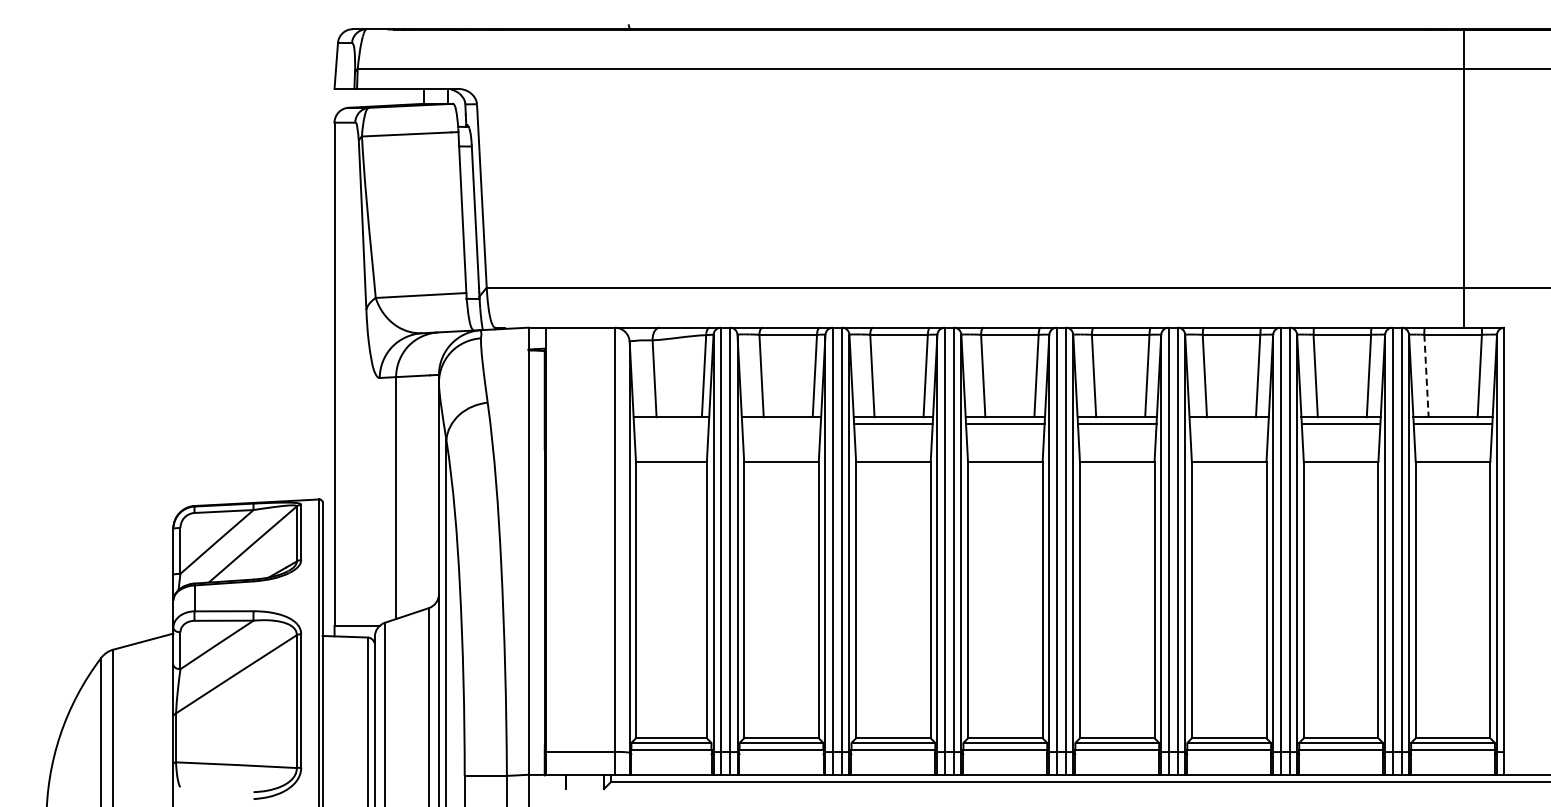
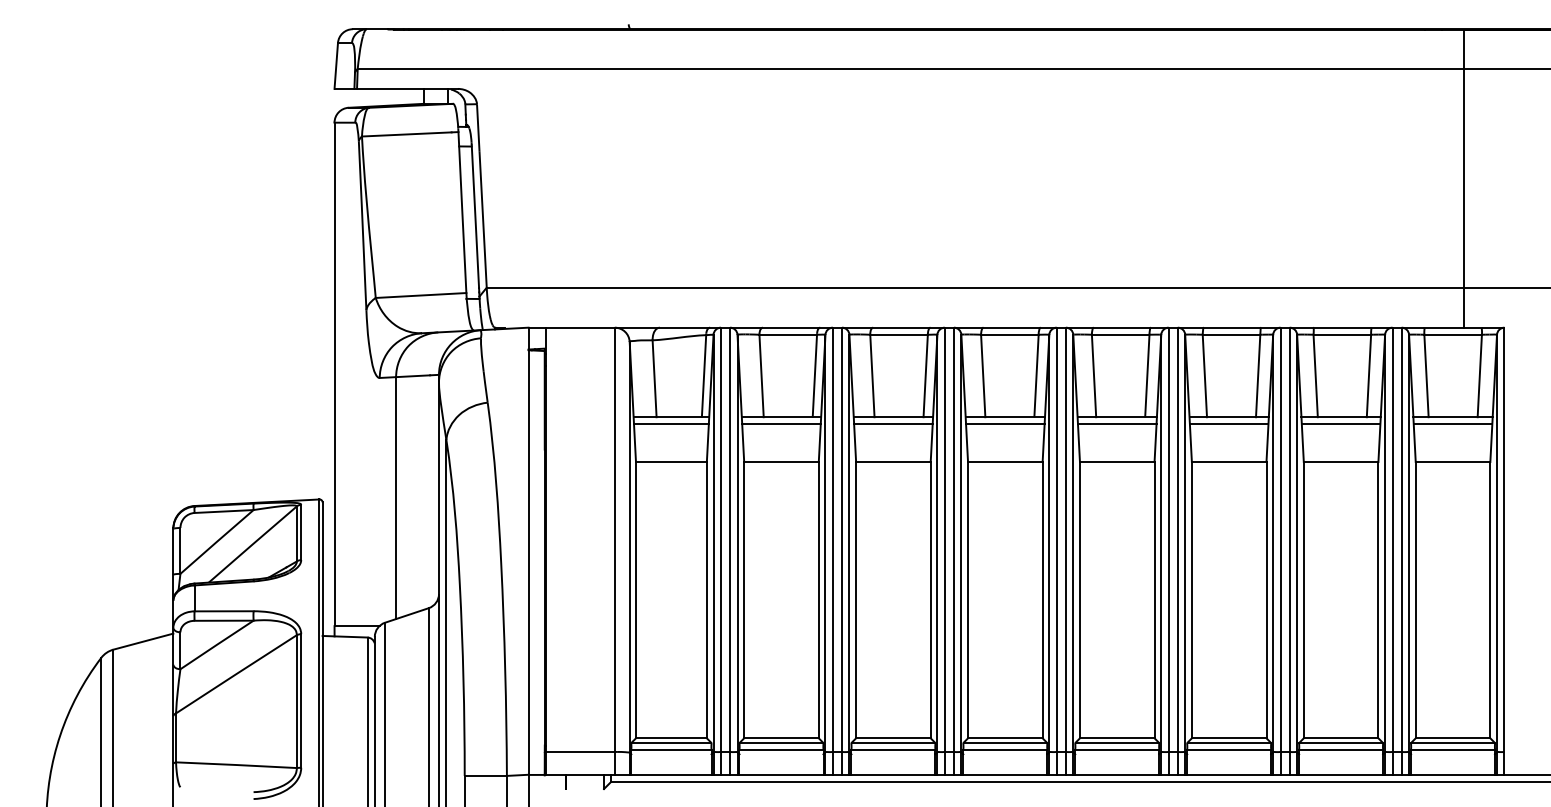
line at (1426, 376): dashed -> solid
line at (671, 424): none -> present
line at (781, 424): none -> present
line at (1228, 424): none -> present
